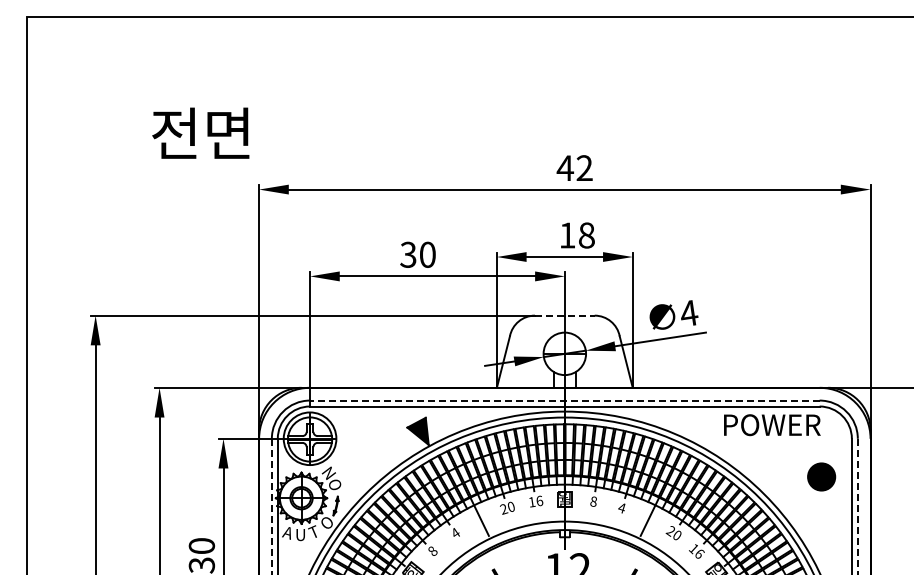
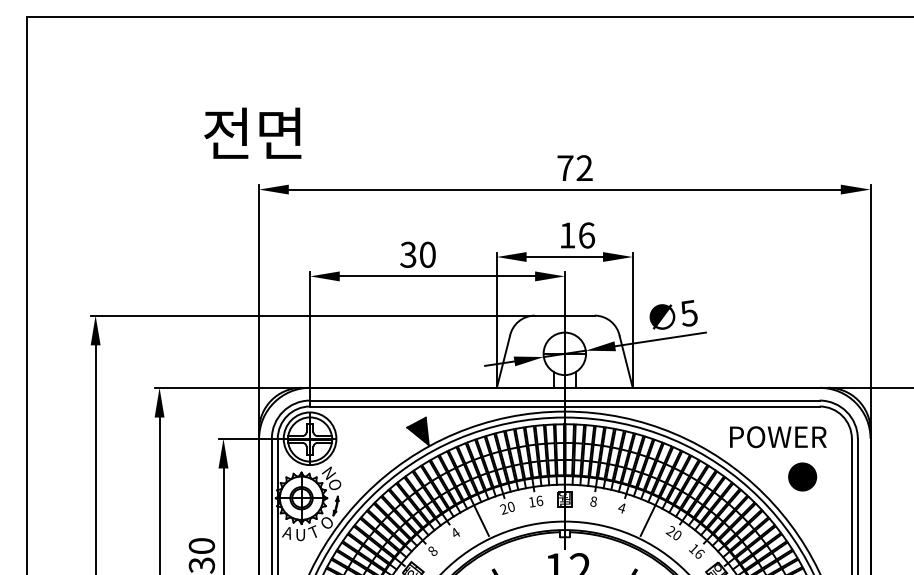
text at (200, 132) position: (200, 132) -> (252, 132)
text at (565, 167): 42 -> 72
text at (586, 235): 18 -> 16
text at (689, 313): 4 -> 5
line at (564, 315): dashed -> solid
line at (564, 400): dashed -> solid
text at (772, 425) position: (772, 425) -> (778, 437)
part at (821, 476) position: (821, 476) -> (802, 476)
line at (271, 506): dashed -> solid
line at (857, 506): dashed -> solid
